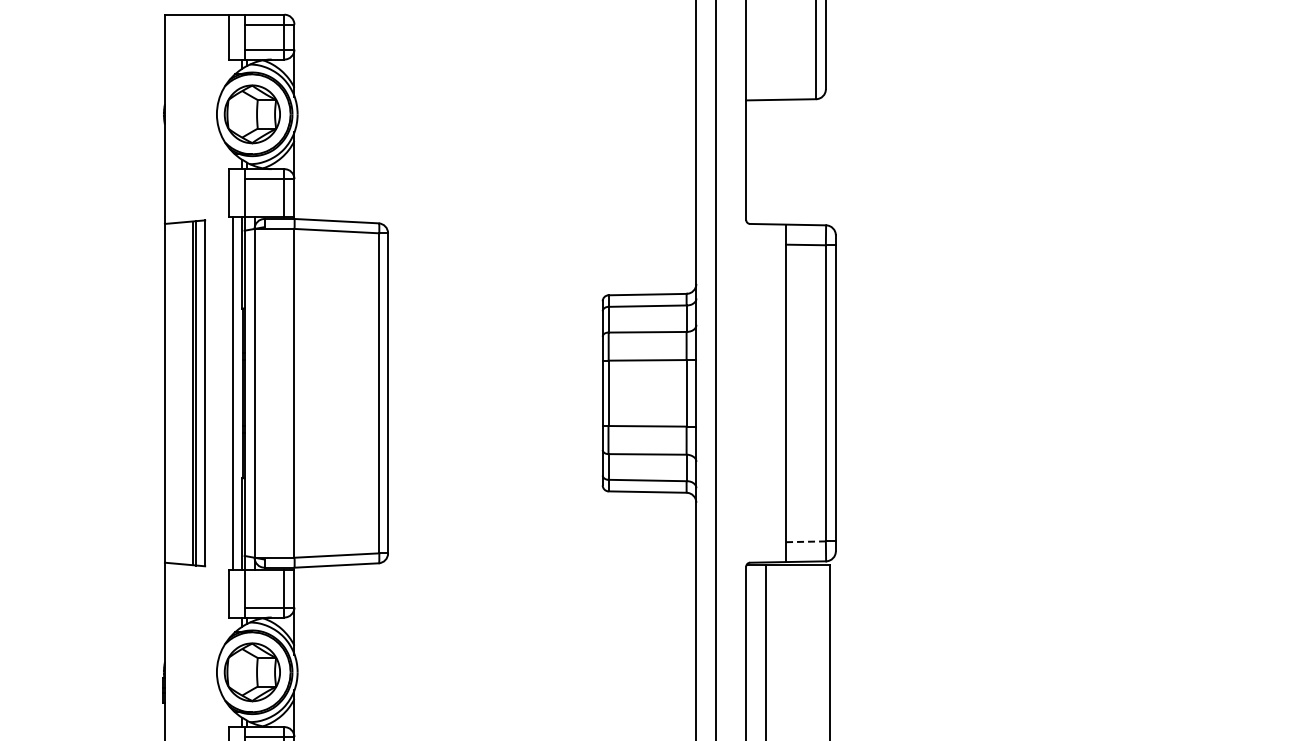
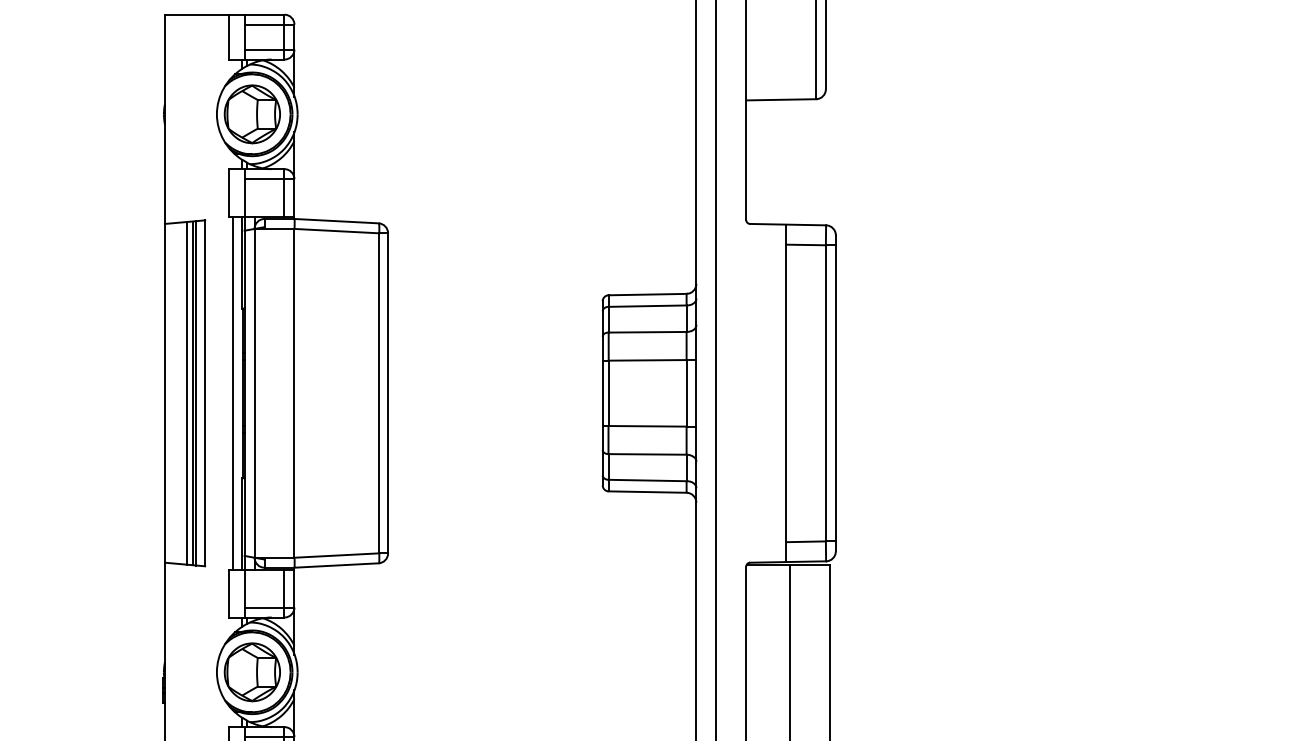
line at (187, 392): none -> present
line at (805, 541): dashed -> solid
line at (766, 650) position: (766, 650) -> (790, 650)
